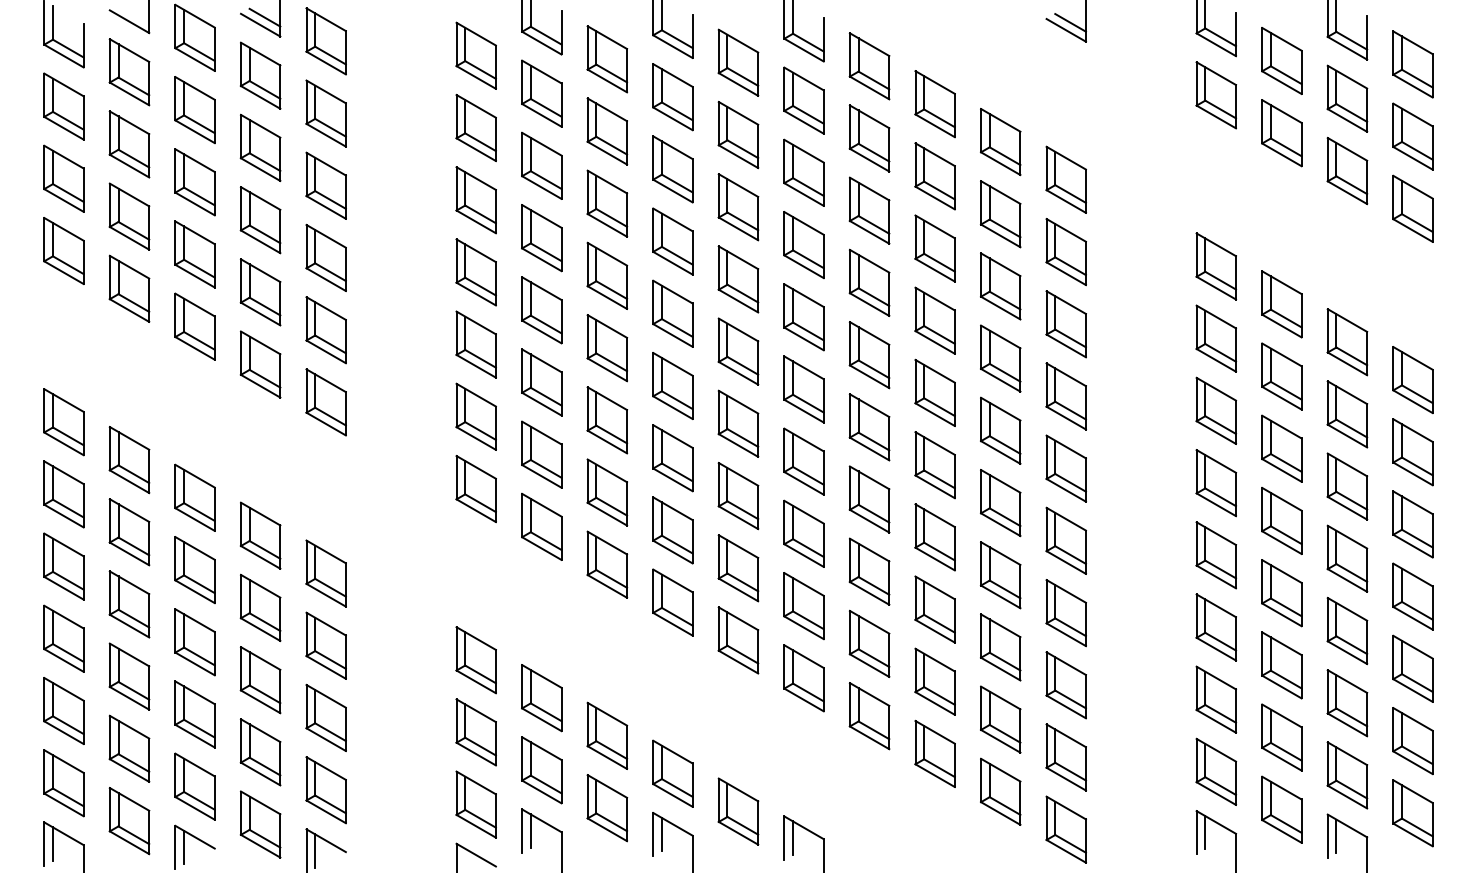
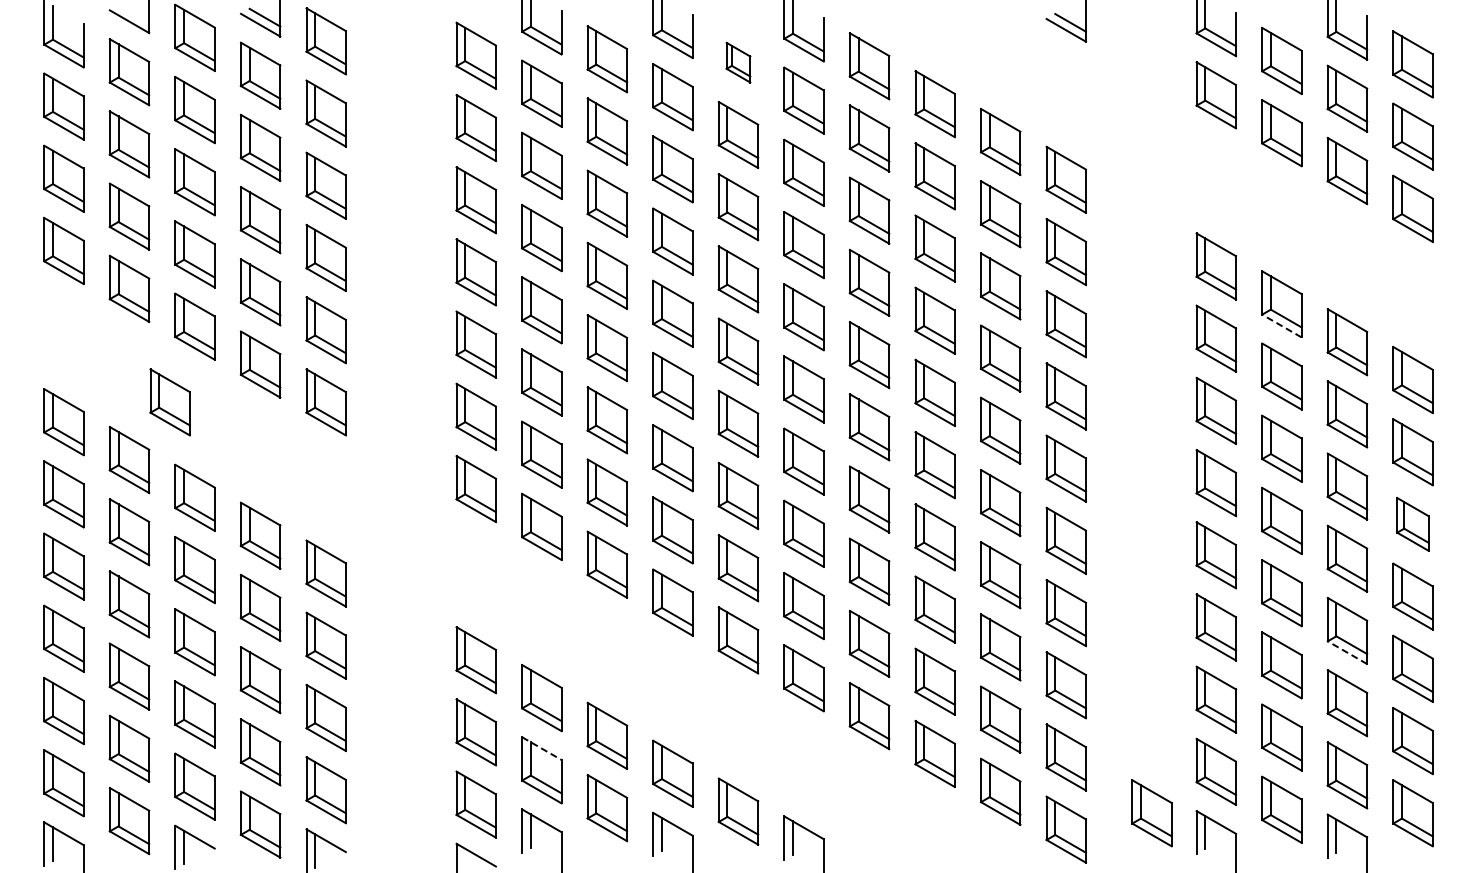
part at (738, 62) size: 43x69 px -> 27x43 px
line at (1281, 326): solid -> dashed
part at (169, 402): none -> present
part at (1412, 524) size: 42x69 px -> 34x55 px
line at (1347, 652): solid -> dashed
line at (541, 748): solid -> dashed
part at (1151, 813): none -> present
